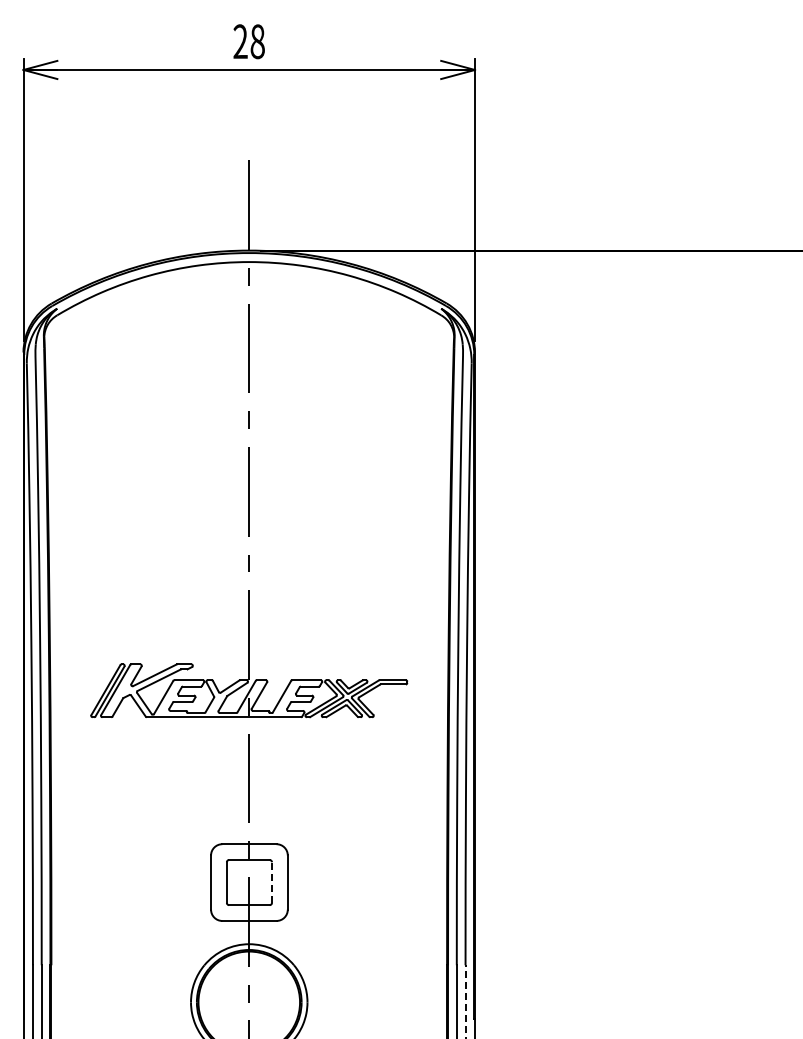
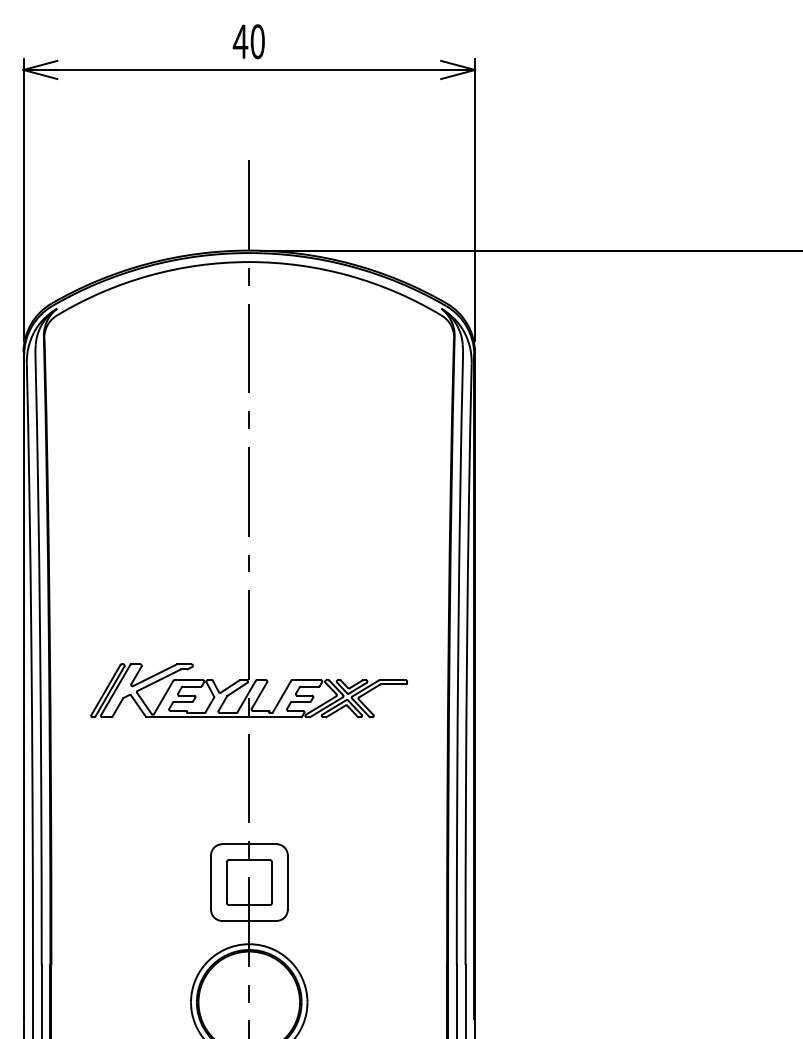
text at (248, 41): 28 -> 40
line at (272, 882): dashed -> solid
line at (465, 1001): dashed -> solid
